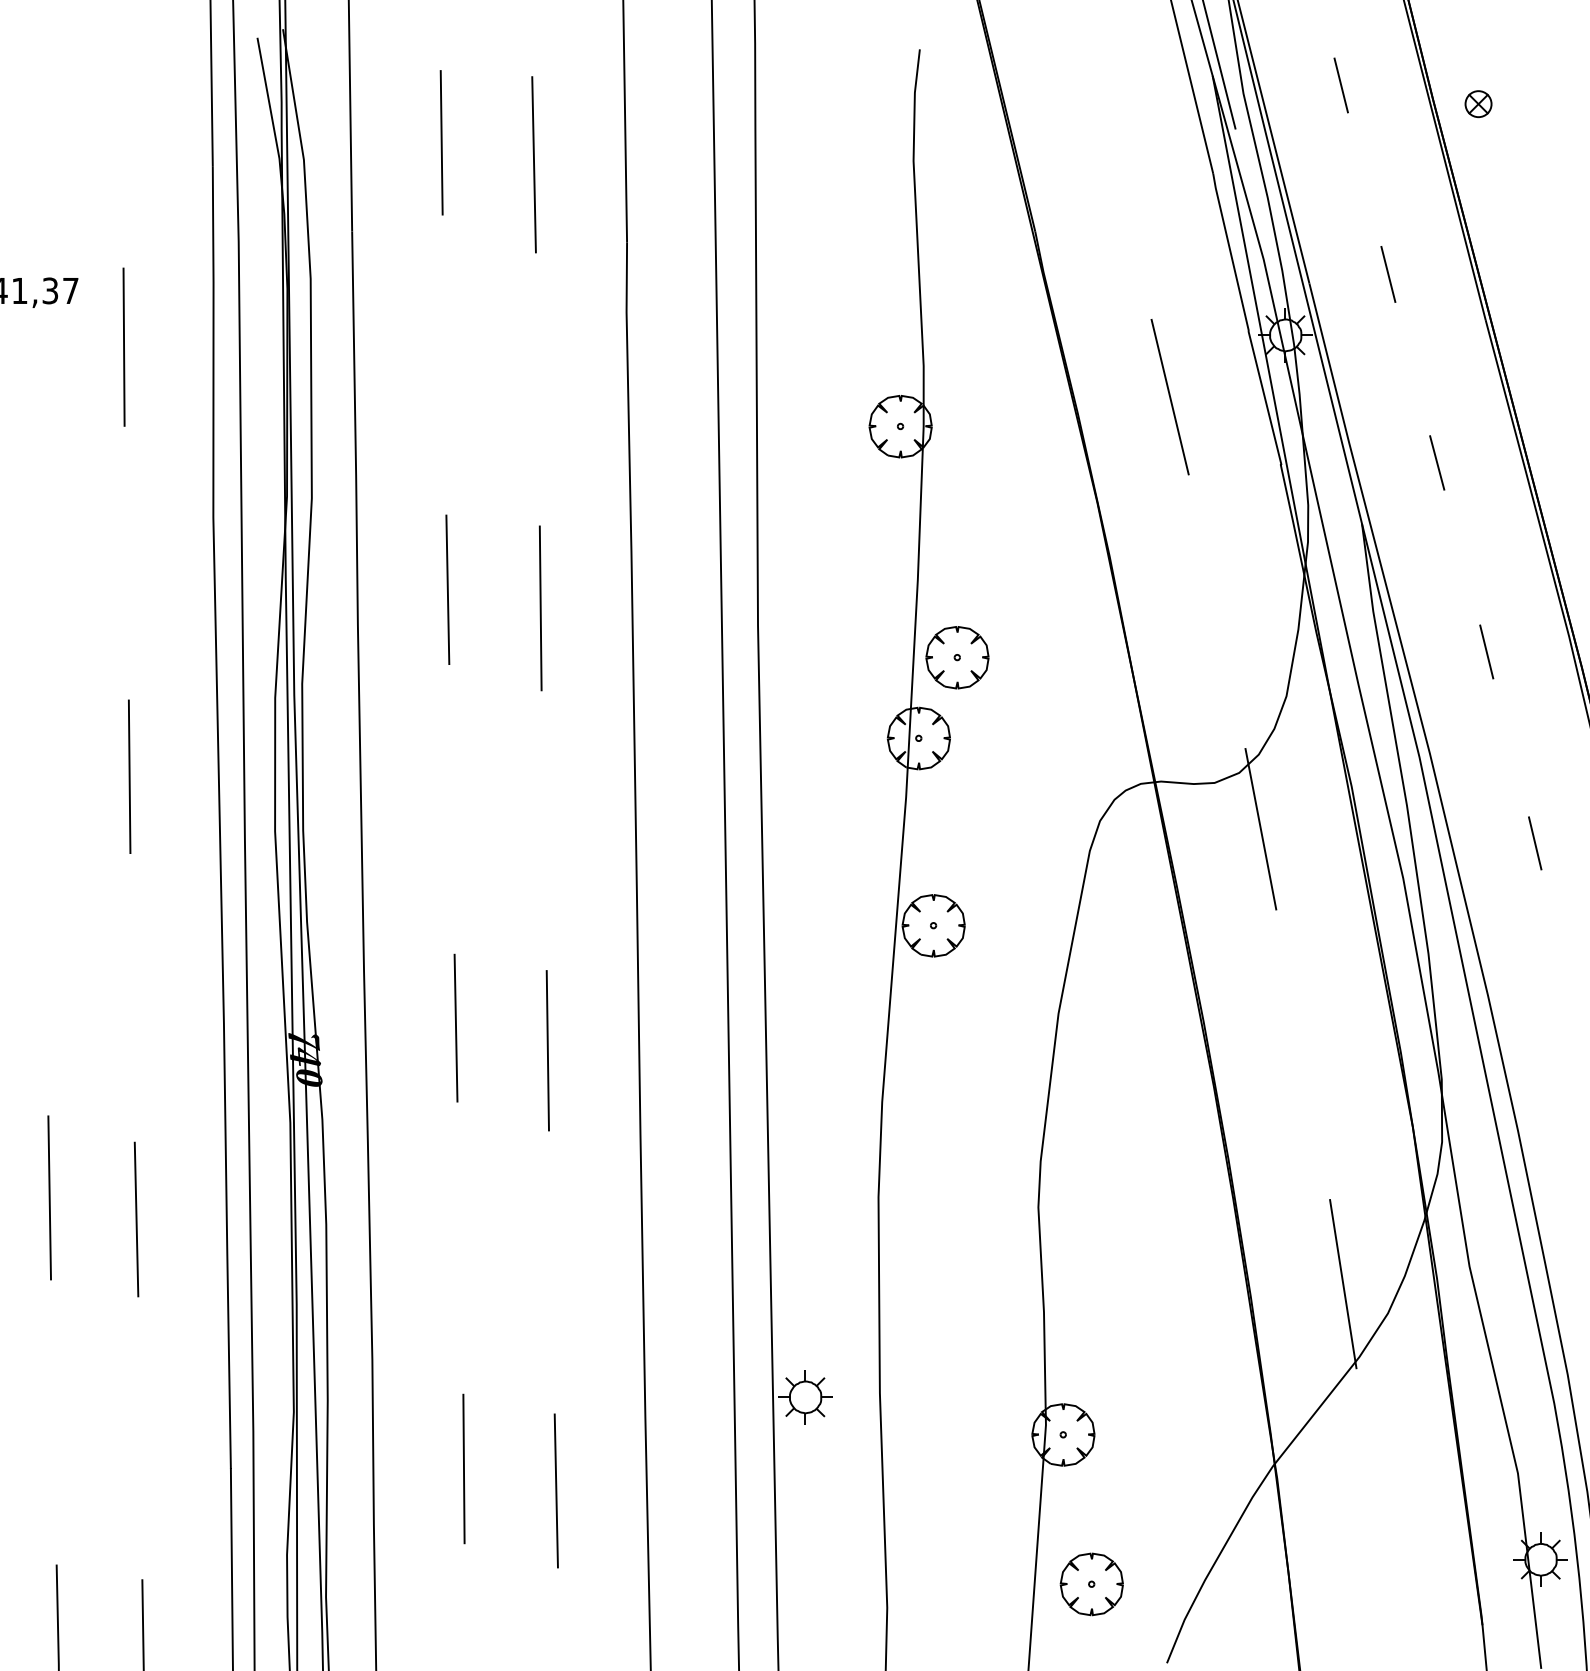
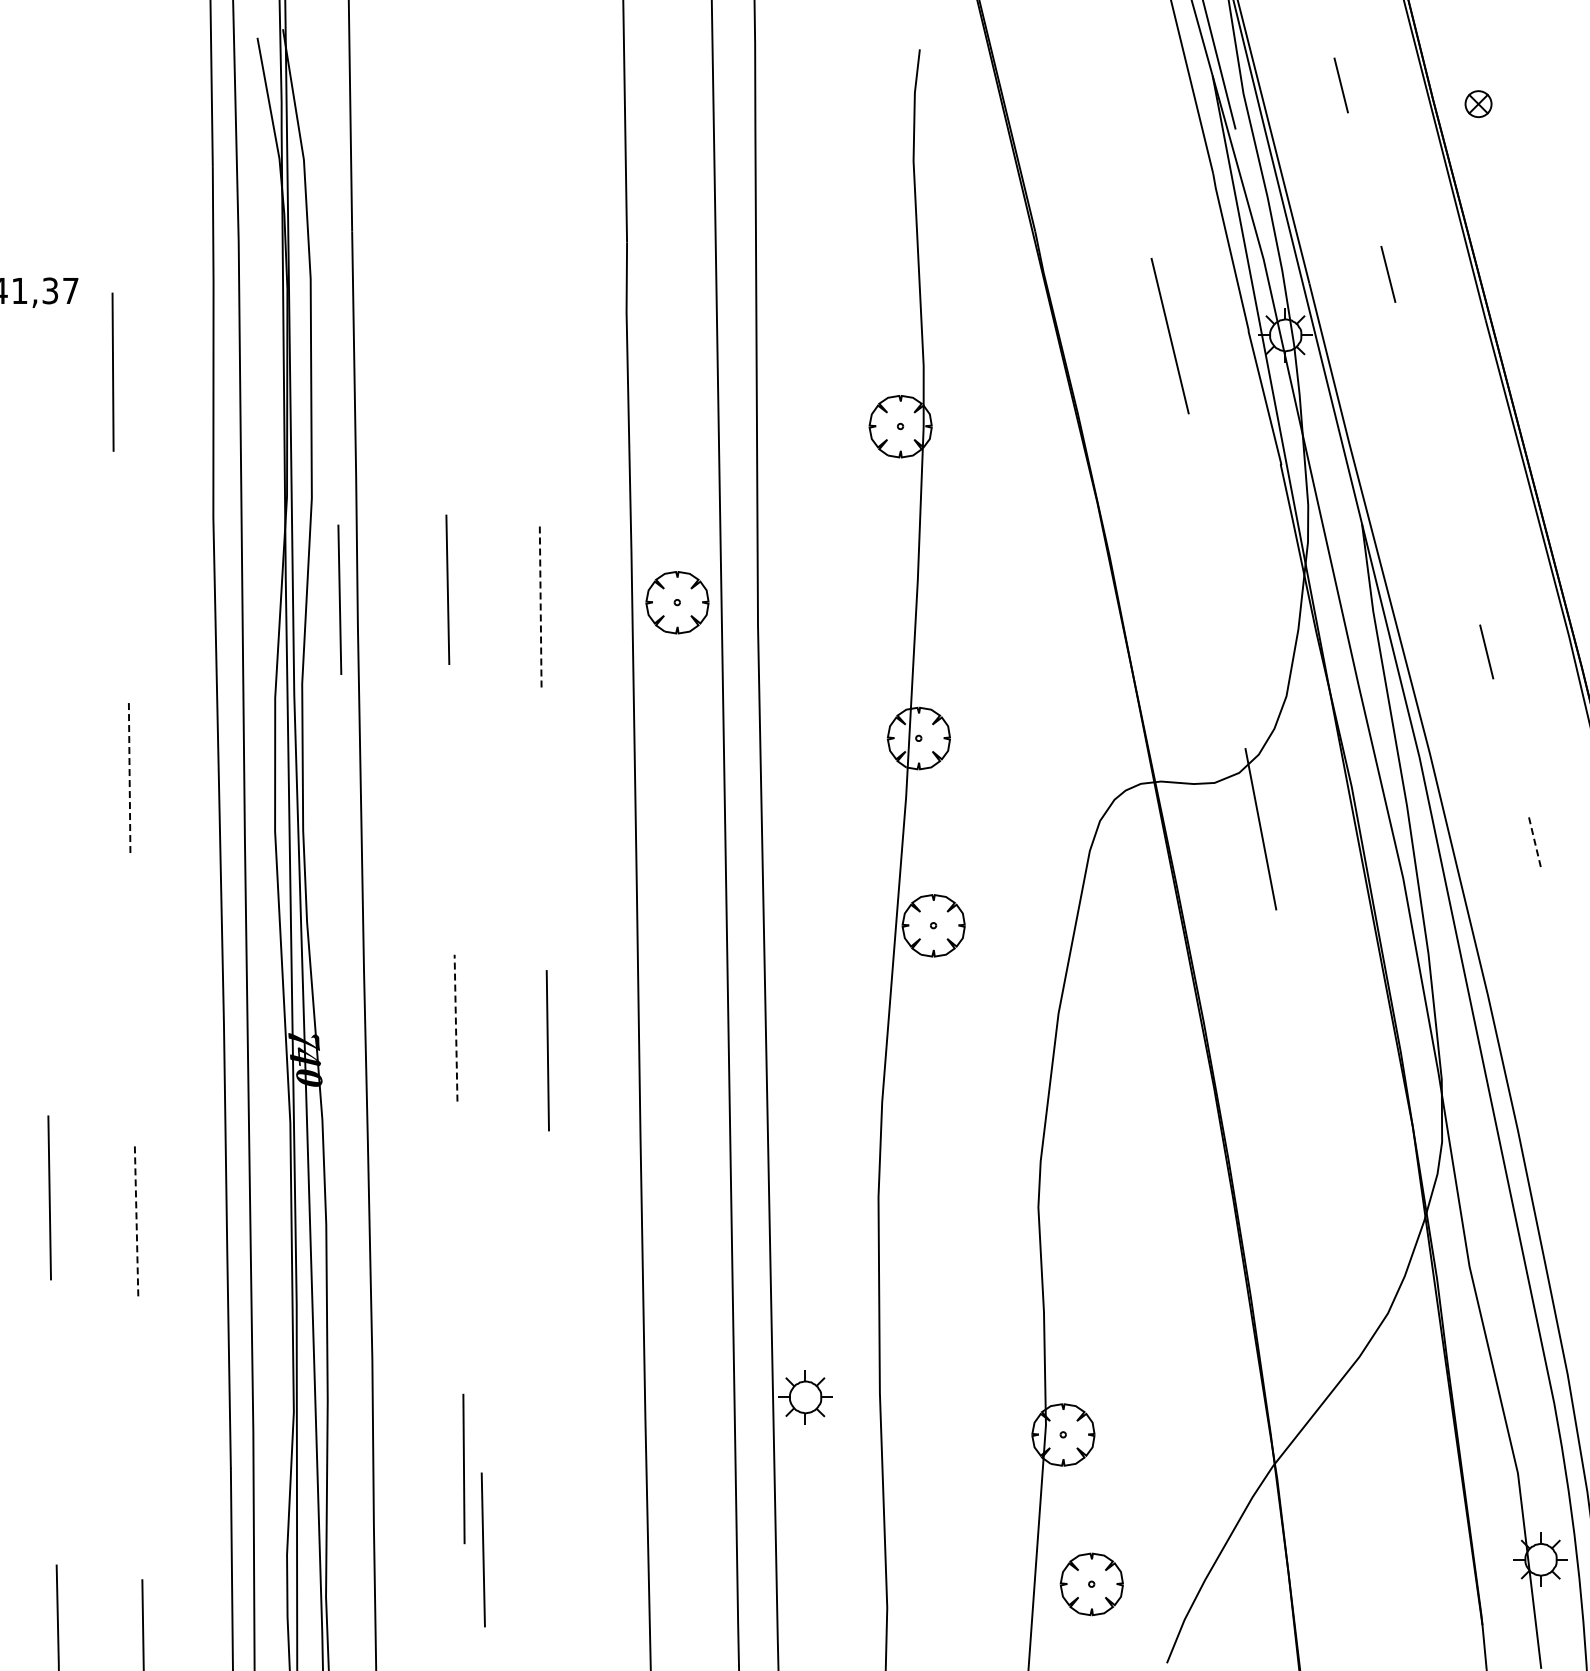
line at (441, 142): present -> none
line at (533, 164): present -> none
line at (123, 346) position: (123, 346) -> (112, 371)
line at (1169, 397) position: (1169, 397) -> (1169, 336)
line at (1437, 462): present -> none
line at (339, 599): none -> present
line at (540, 608): solid -> dashed
part at (957, 657) position: (957, 657) -> (677, 602)
line at (129, 776): solid -> dashed
line at (1535, 843): solid -> dashed
line at (456, 1027): solid -> dashed
line at (136, 1219): solid -> dashed
line at (1343, 1284): present -> none
line at (555, 1490) position: (555, 1490) -> (482, 1549)
